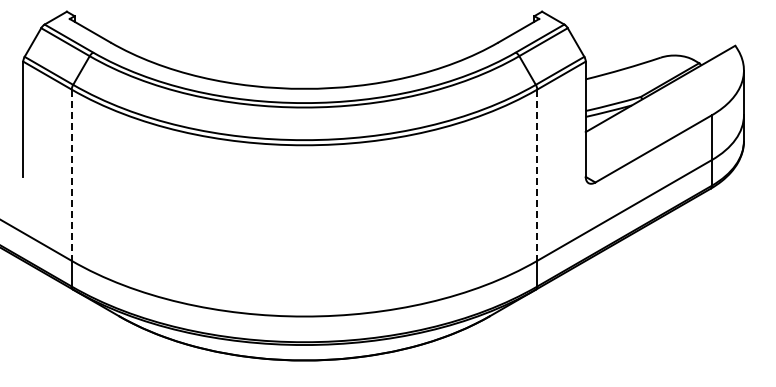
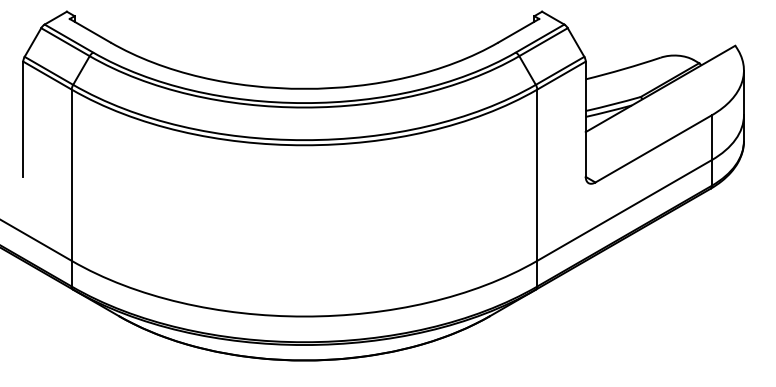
line at (71, 175): dashed -> solid
line at (537, 175): dashed -> solid
